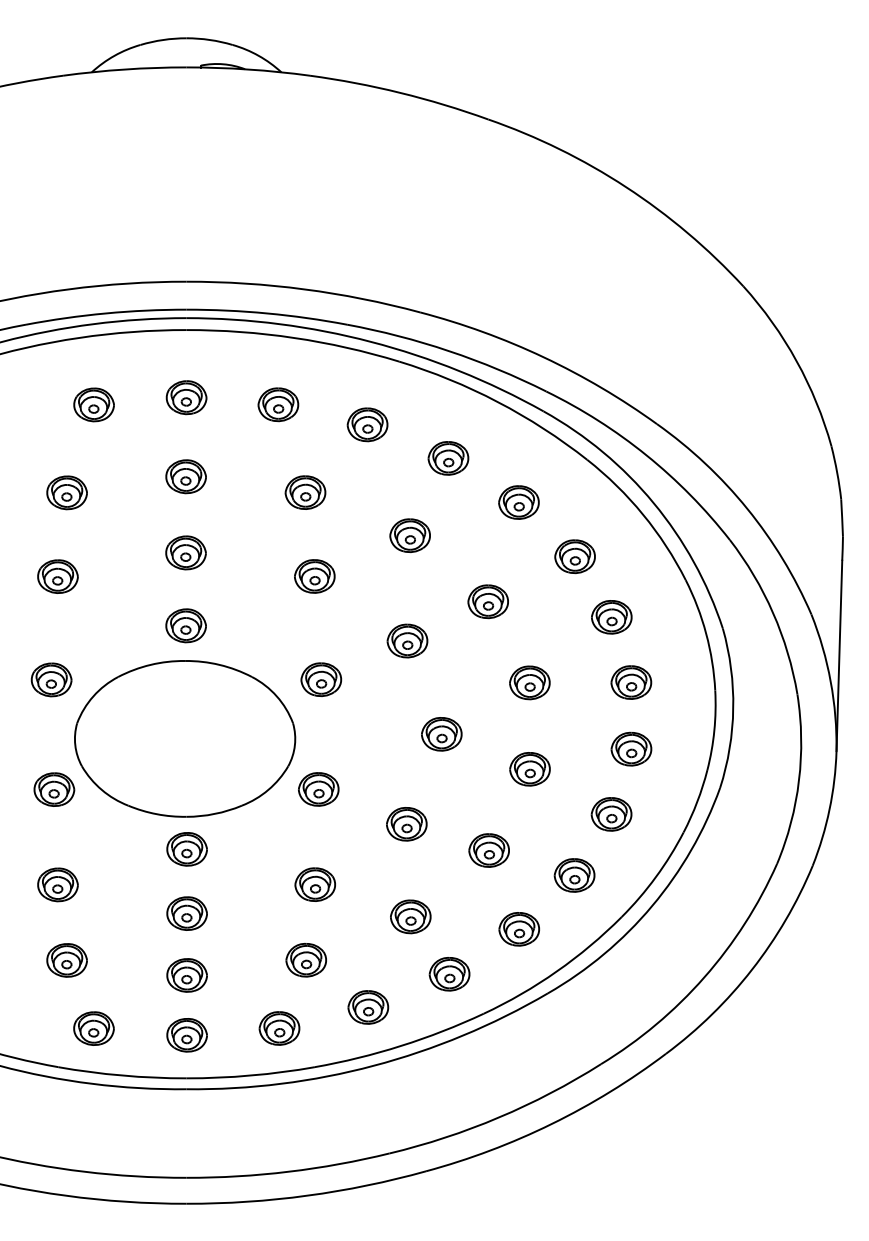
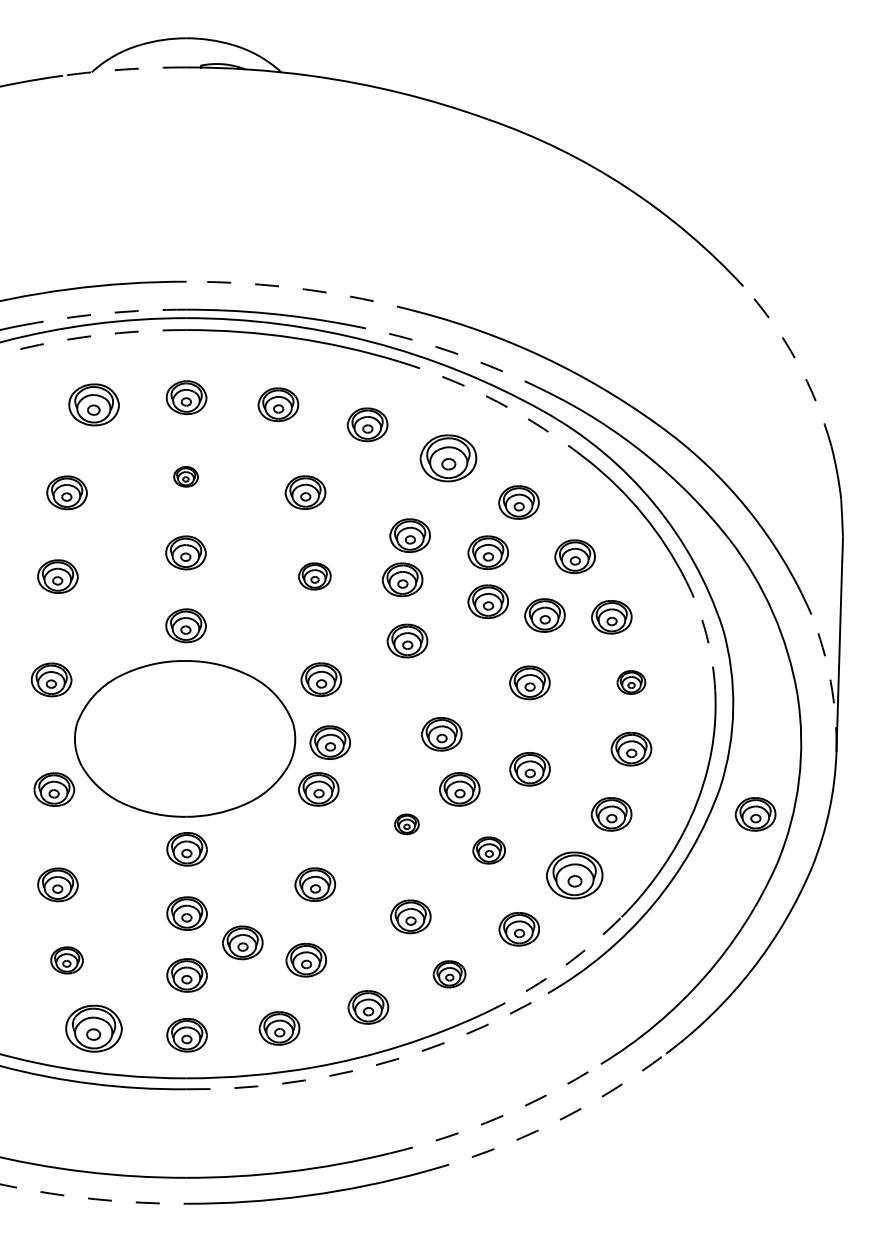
arc at (124, 69): solid -> dashed
arc at (304, 289): solid -> dashed
arc at (105, 313): solid -> dashed
arc at (92, 336): solid -> dashed
arc at (449, 351): solid -> dashed
arc at (796, 361): solid -> dashed
arc at (497, 402): solid -> dashed
part at (93, 404) size: 42x36 px -> 52x44 px
part at (448, 458) size: 43x35 px -> 59x49 px
part at (185, 476) size: 42x36 px -> 26x22 px
part at (487, 552): none -> present
part at (314, 576) size: 42x35 px -> 34x29 px
part at (402, 579): none -> present
part at (544, 615): none -> present
arc at (706, 633): solid -> dashed
arc at (830, 681): solid -> dashed
part at (631, 682) size: 43x35 px -> 31x25 px
part at (329, 742): none -> present
part at (459, 789): none -> present
part at (755, 814): none -> present
part at (406, 824) size: 42x35 px -> 26x23 px
part at (488, 850) size: 42x35 px -> 34x29 px
part at (574, 875) size: 43x35 px -> 59x49 px
part at (242, 942): none -> present
part at (66, 960) size: 42x35 px -> 34x29 px
arc at (556, 971): solid -> dashed
part at (449, 974) size: 43x35 px -> 35x29 px
part at (93, 1028) size: 42x35 px -> 58x49 px
arc at (373, 1065): solid -> dashed
arc at (499, 1117): solid -> dashed
arc at (551, 1124): solid -> dashed
arc at (92, 1198): solid -> dashed
